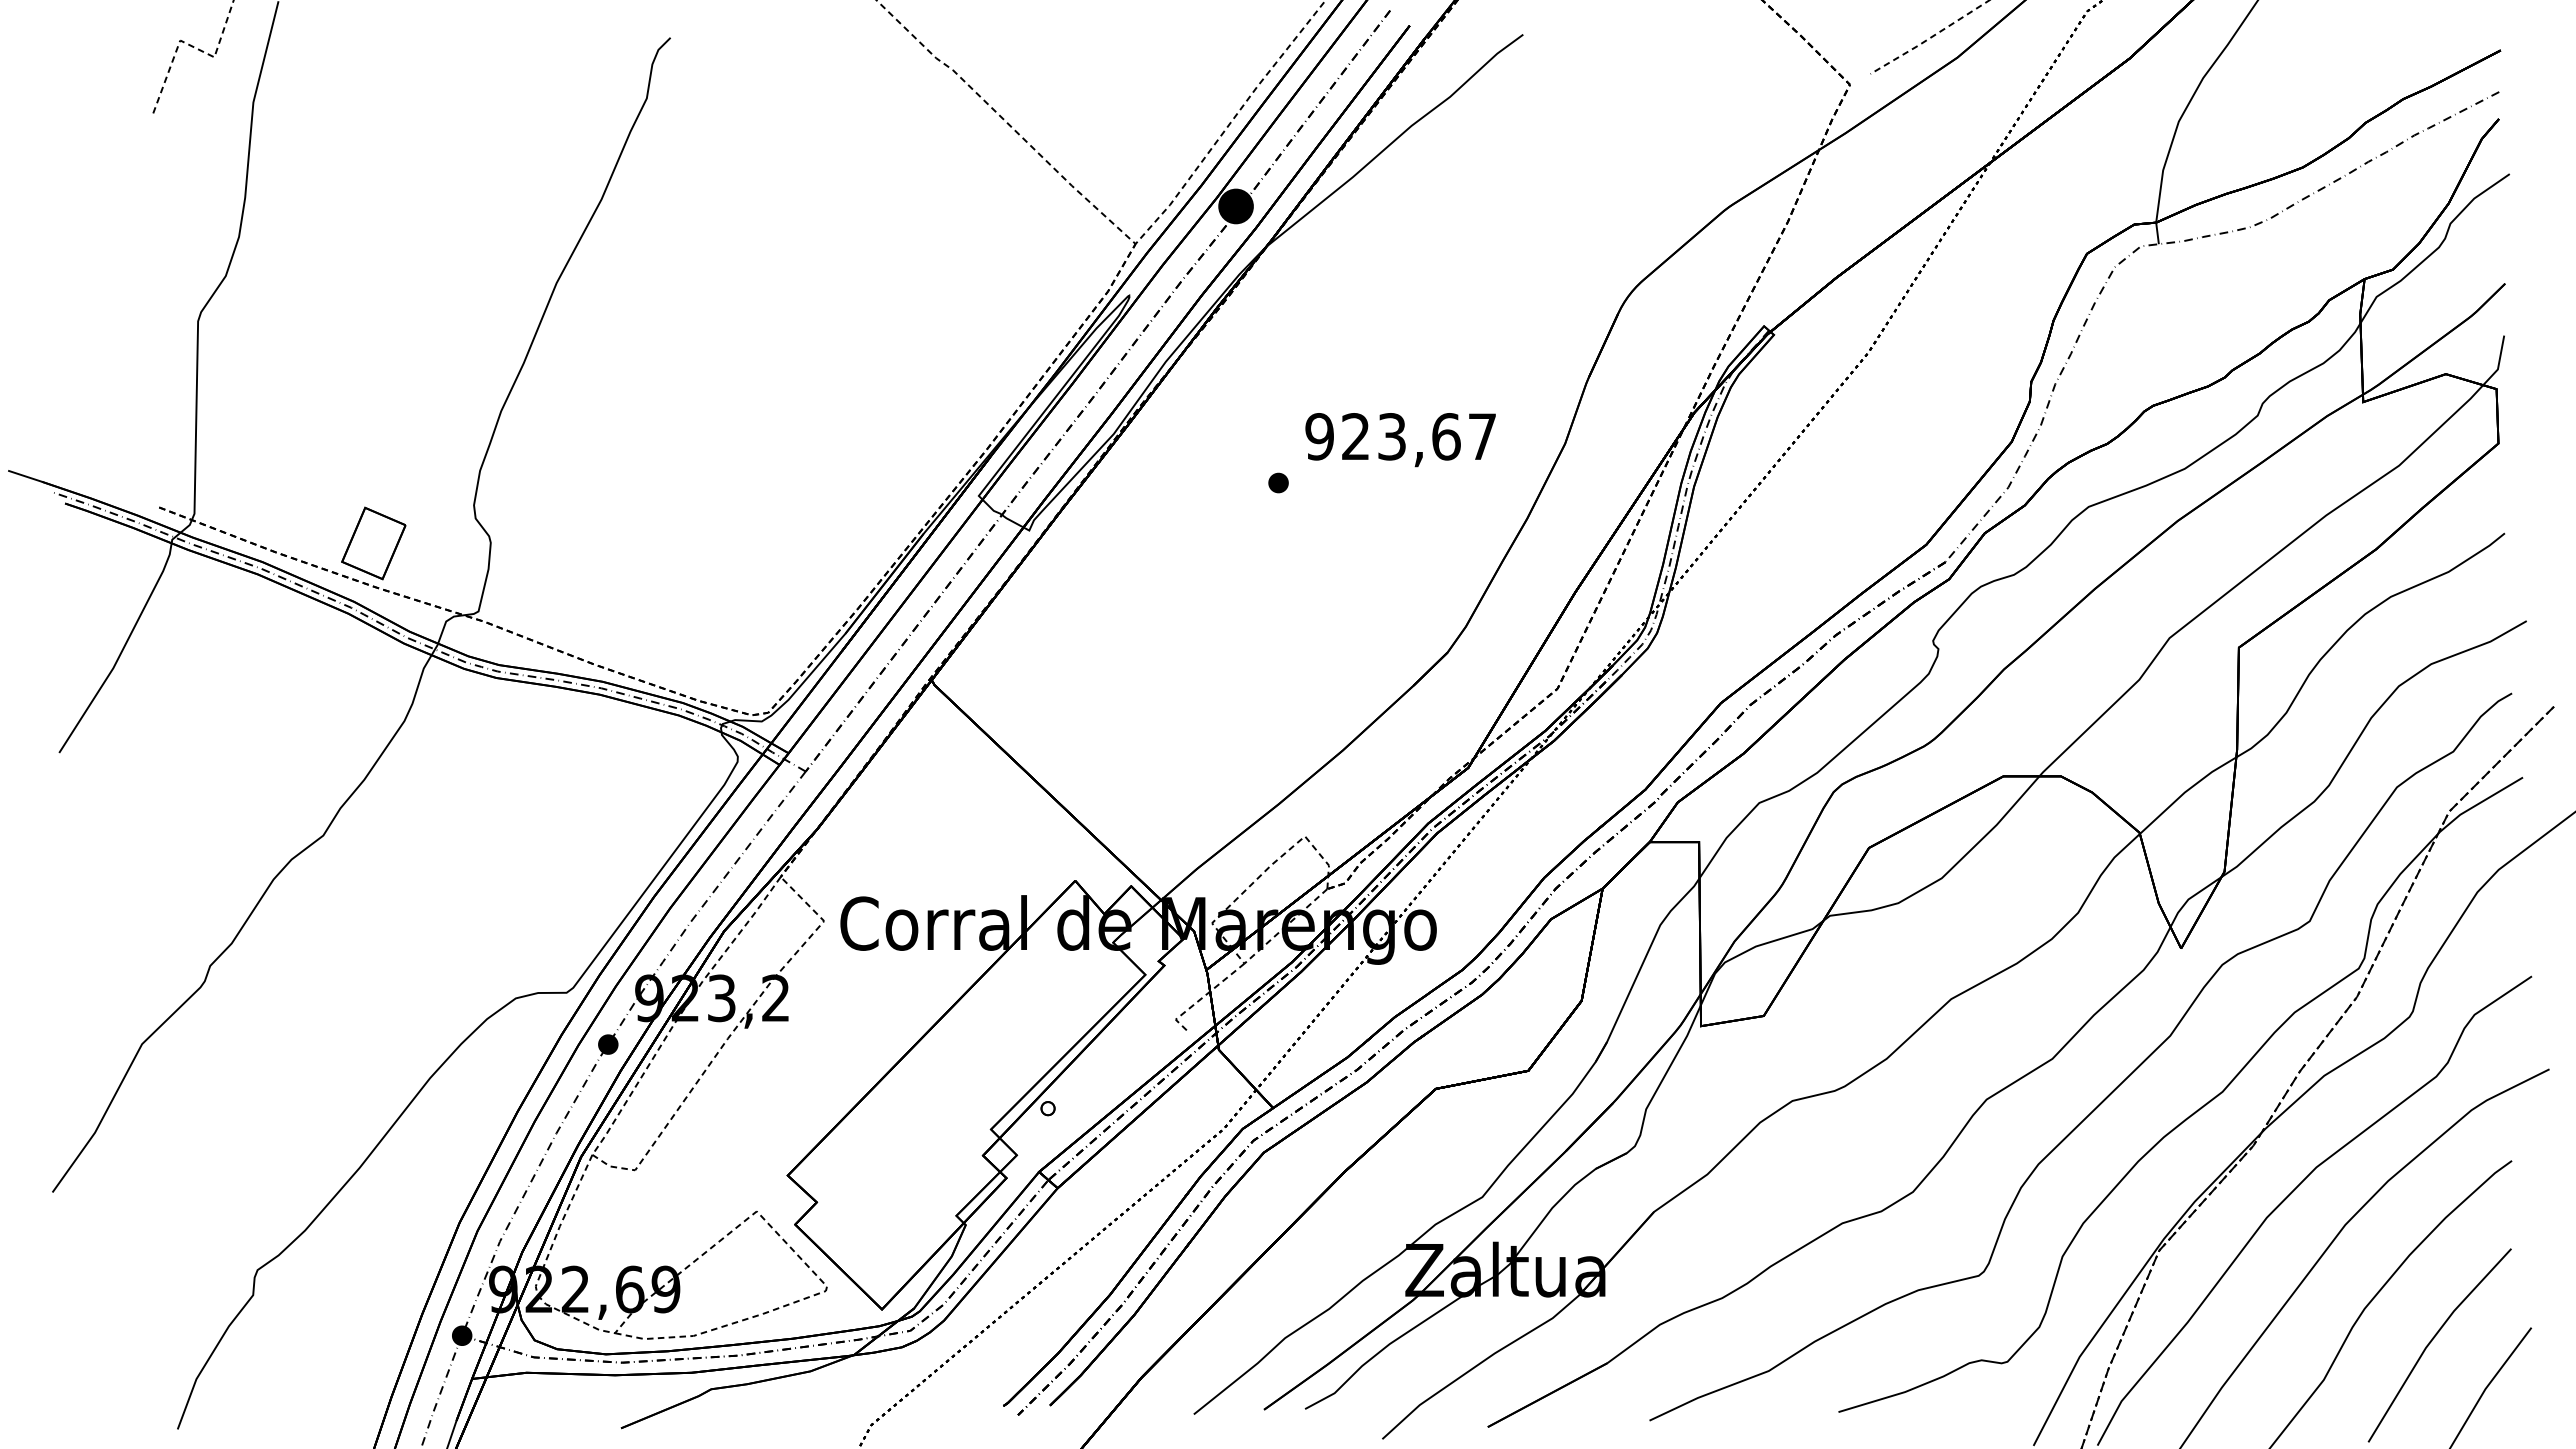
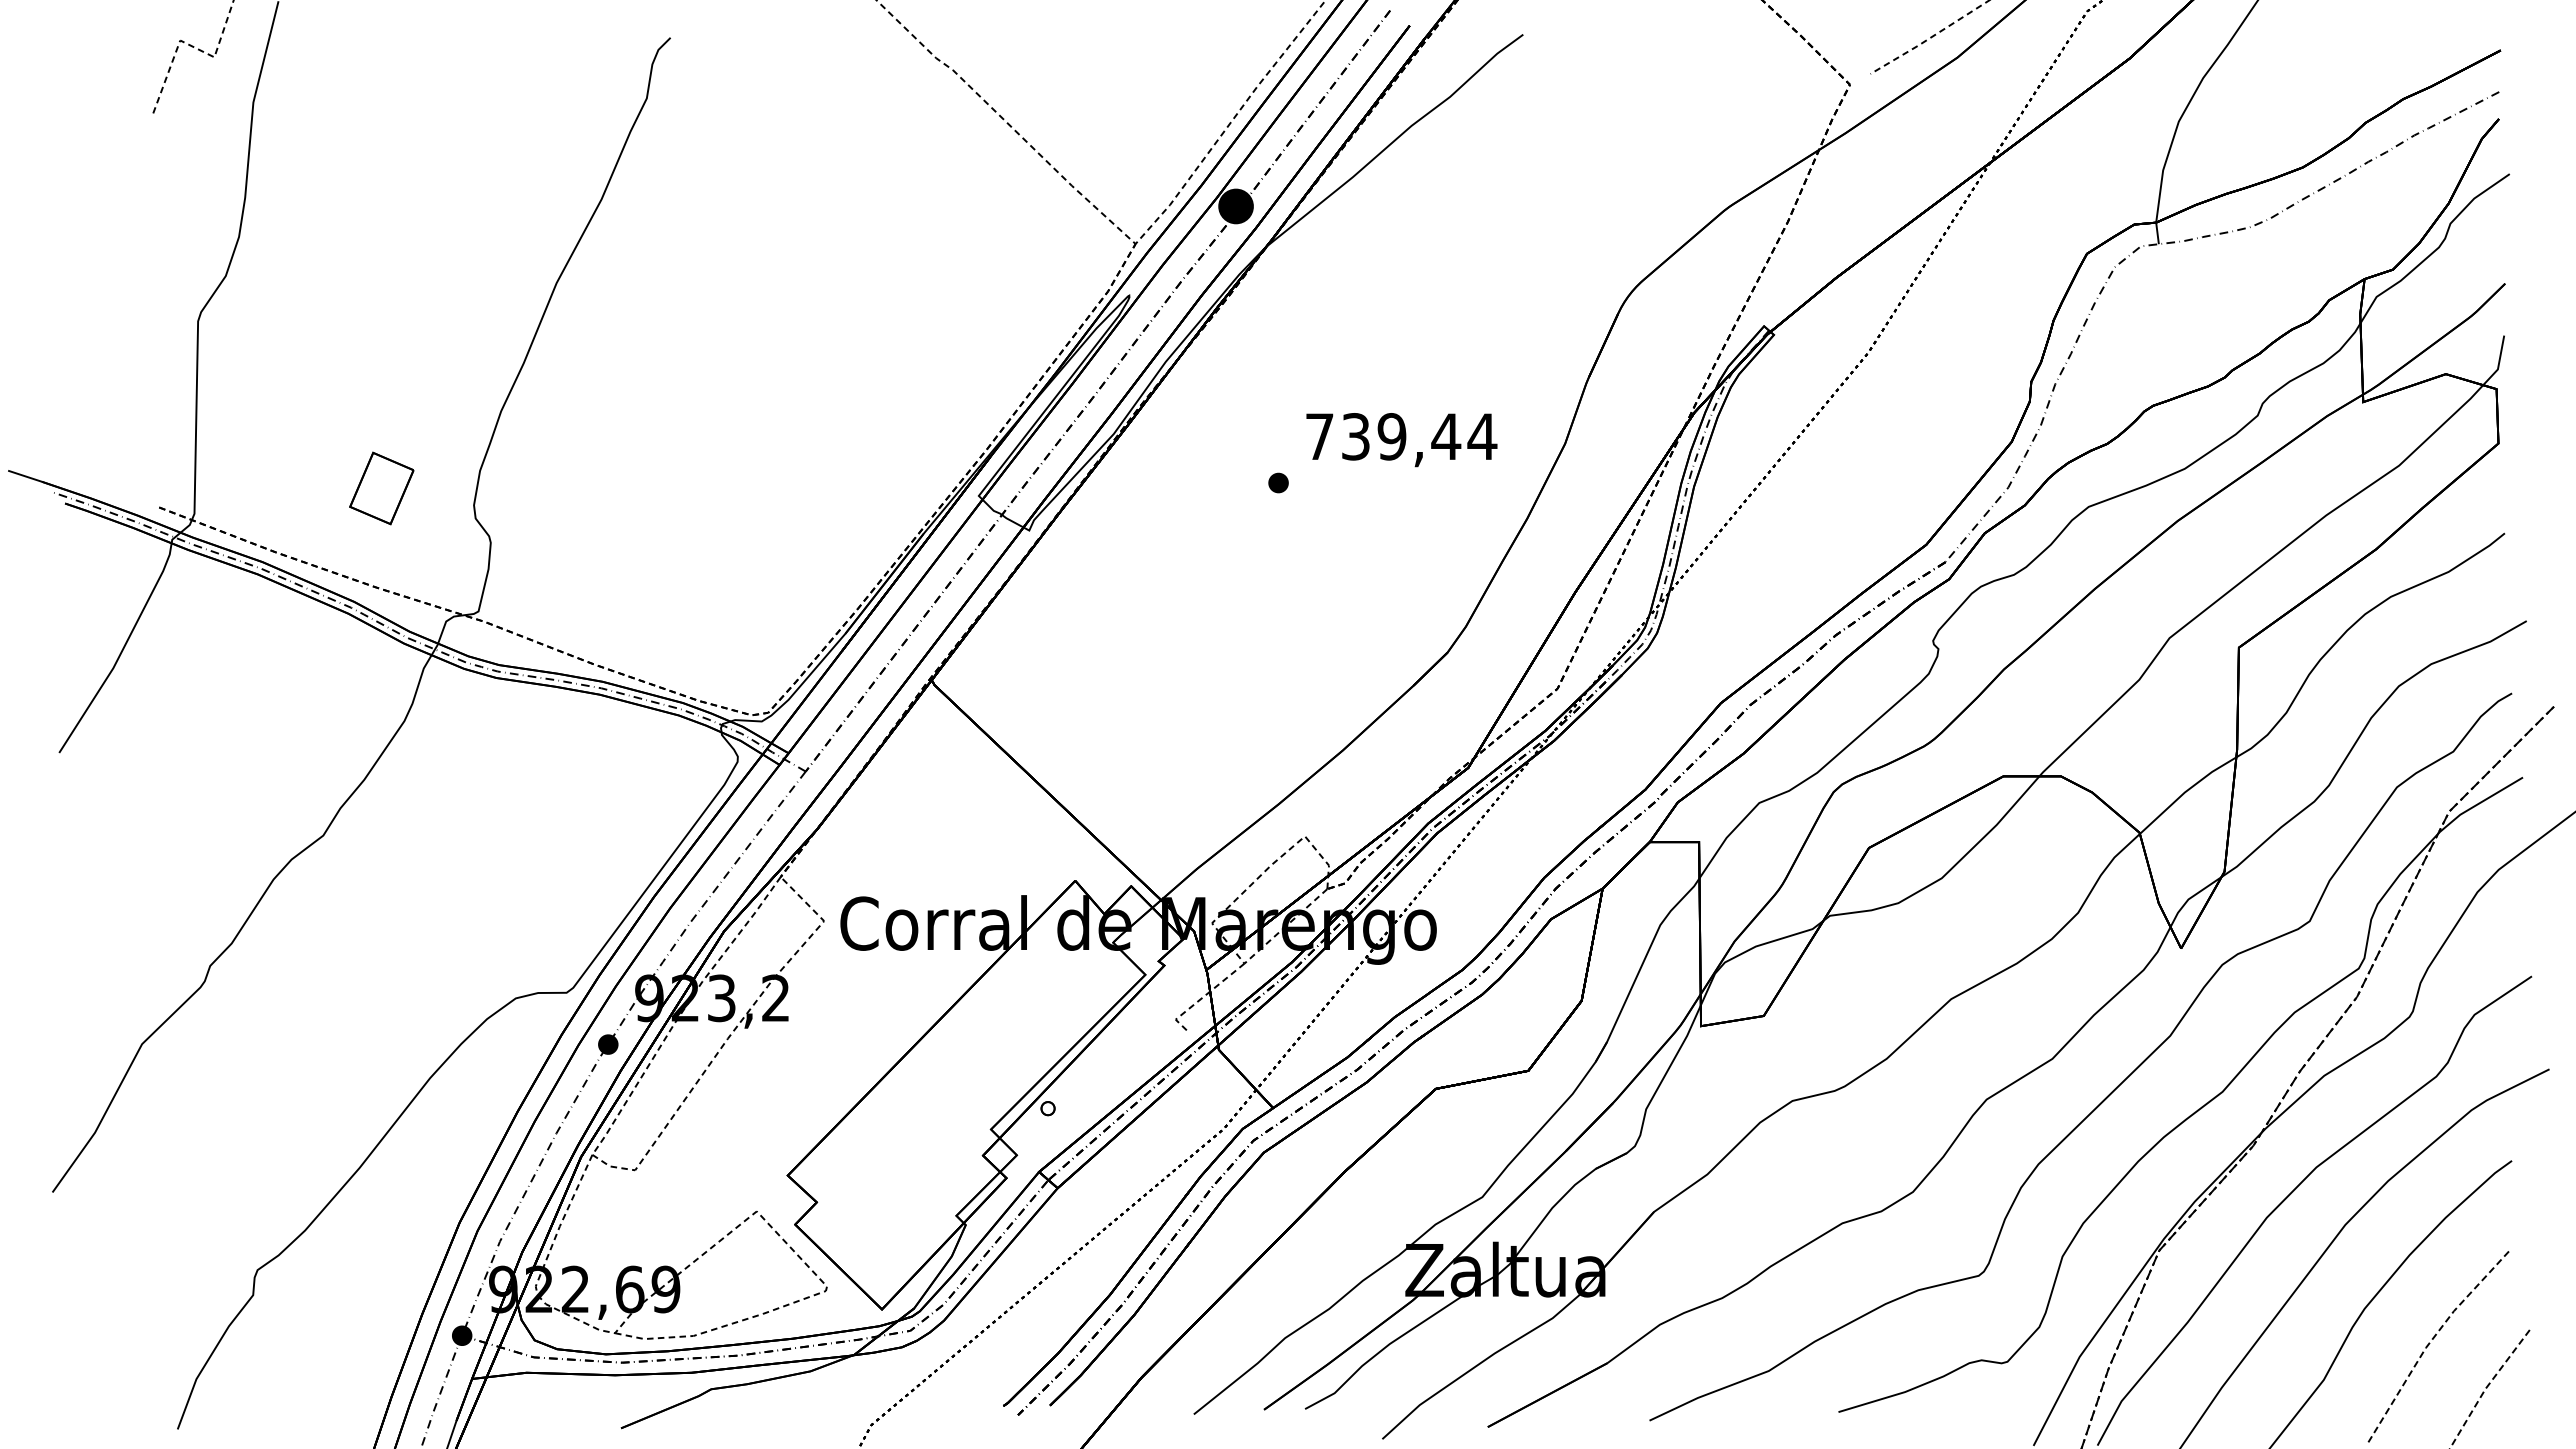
text at (1401, 436): 923,67 -> 739,44
part at (373, 543) position: (373, 543) -> (381, 488)
line at (2432, 1339): solid -> dashed
line at (2487, 1386): solid -> dashed
